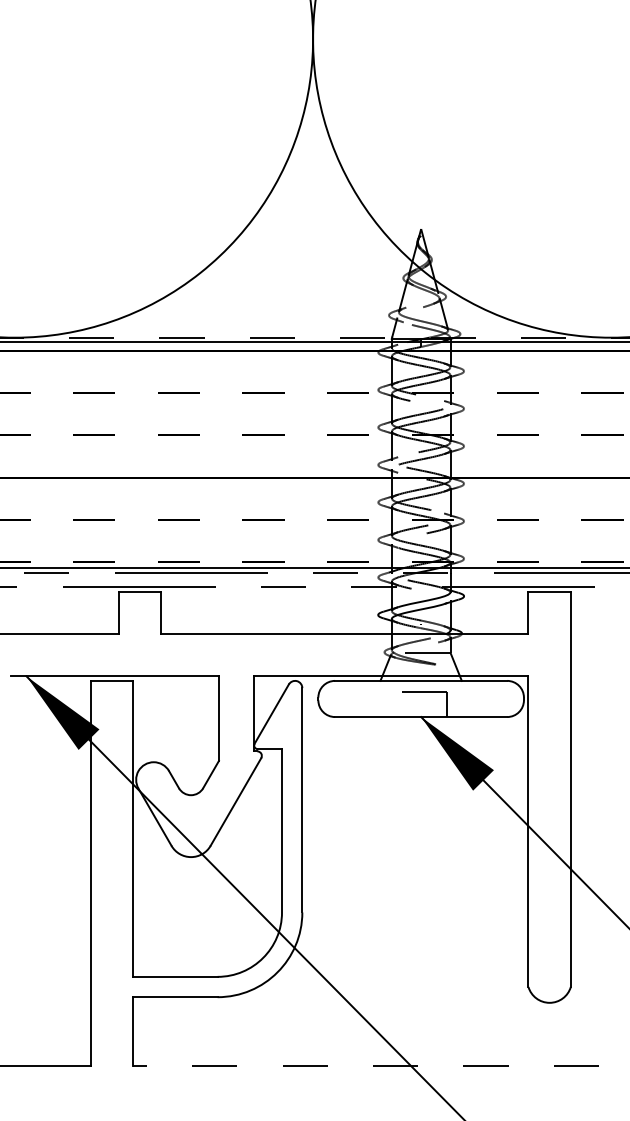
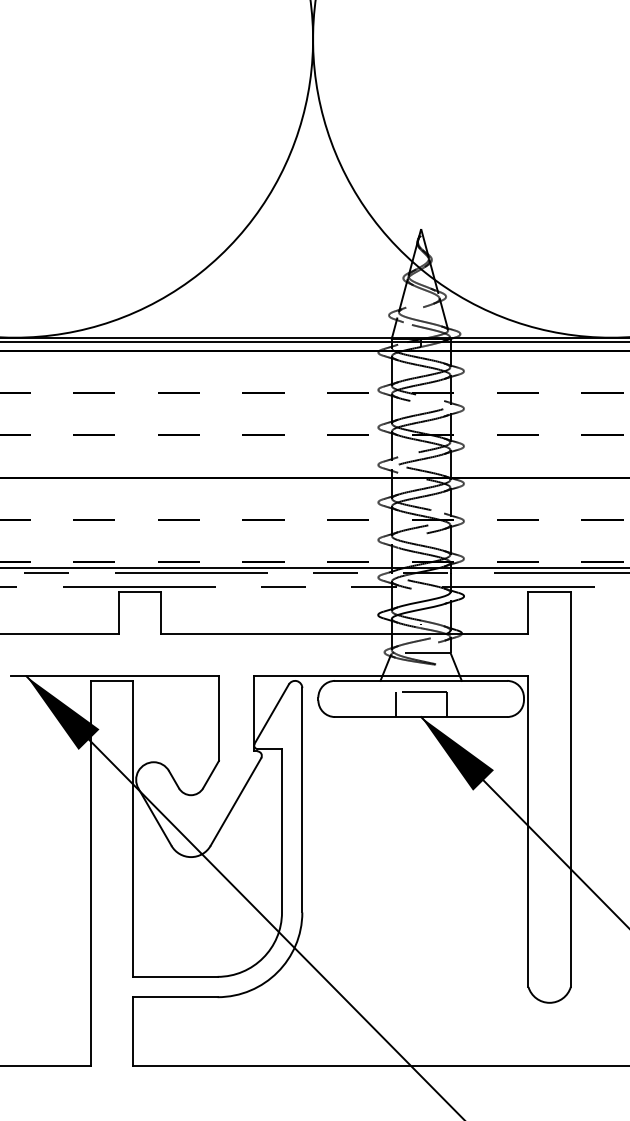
line at (315, 337): dashed -> solid
line at (395, 704): none -> present
line at (381, 1066): dashed -> solid
